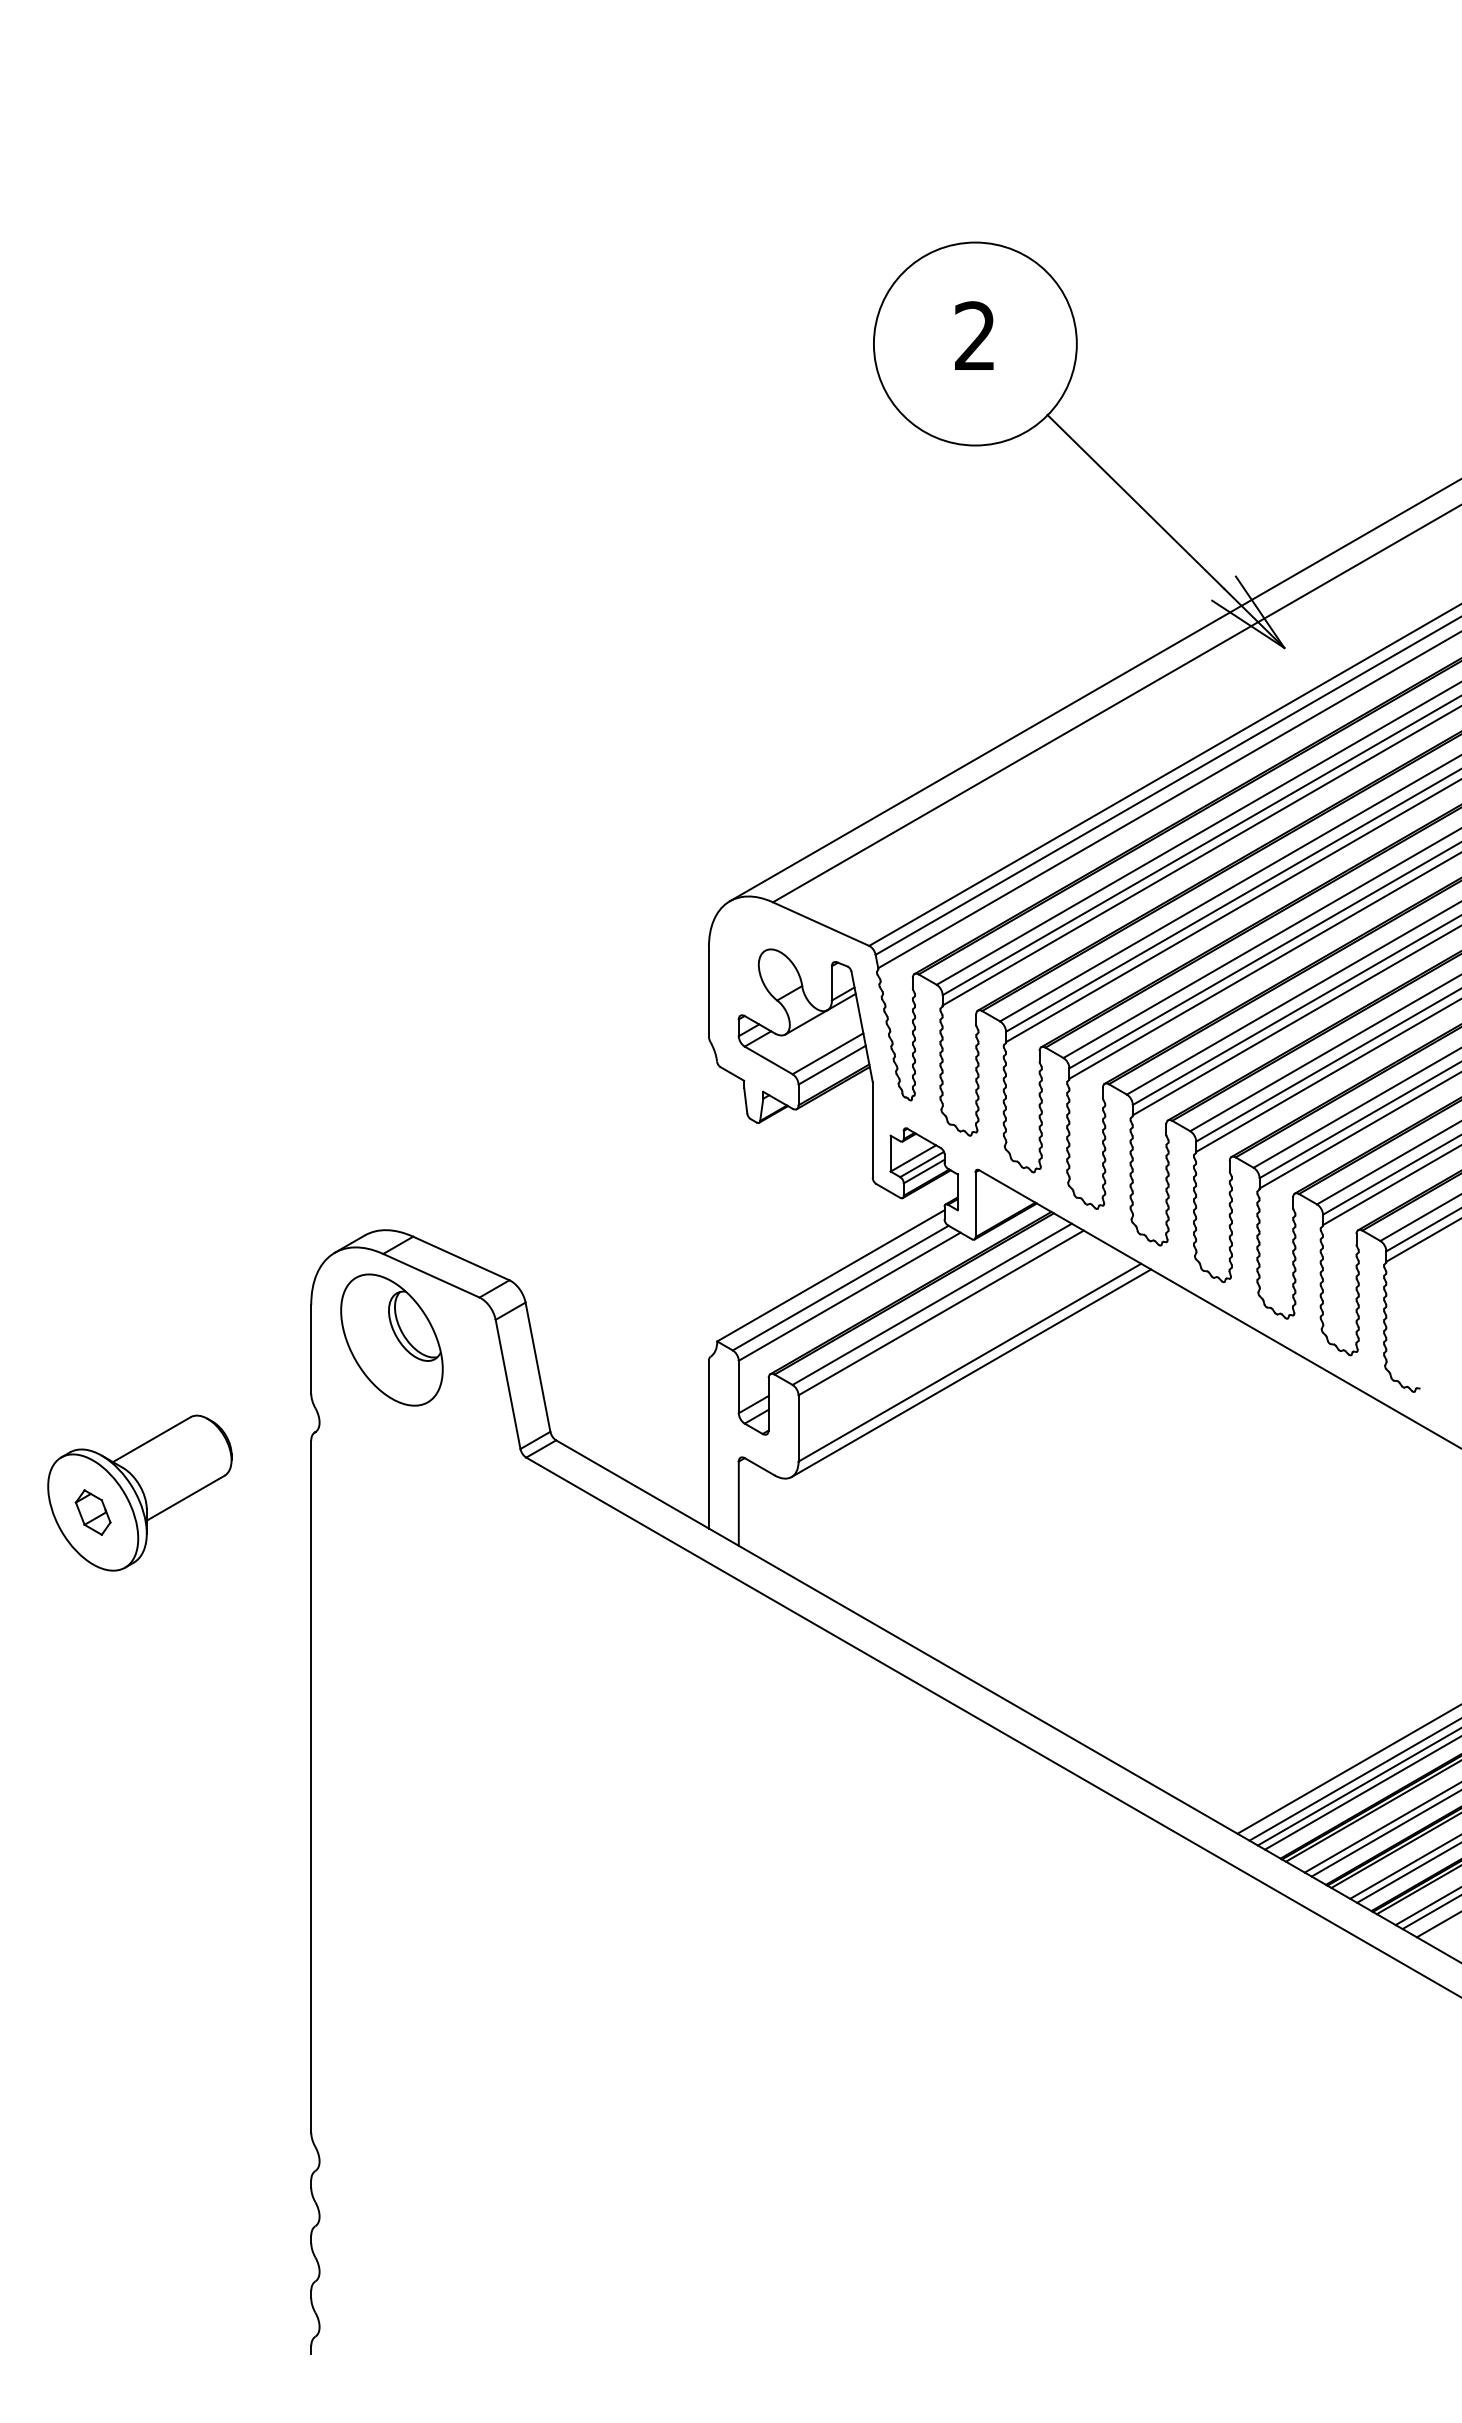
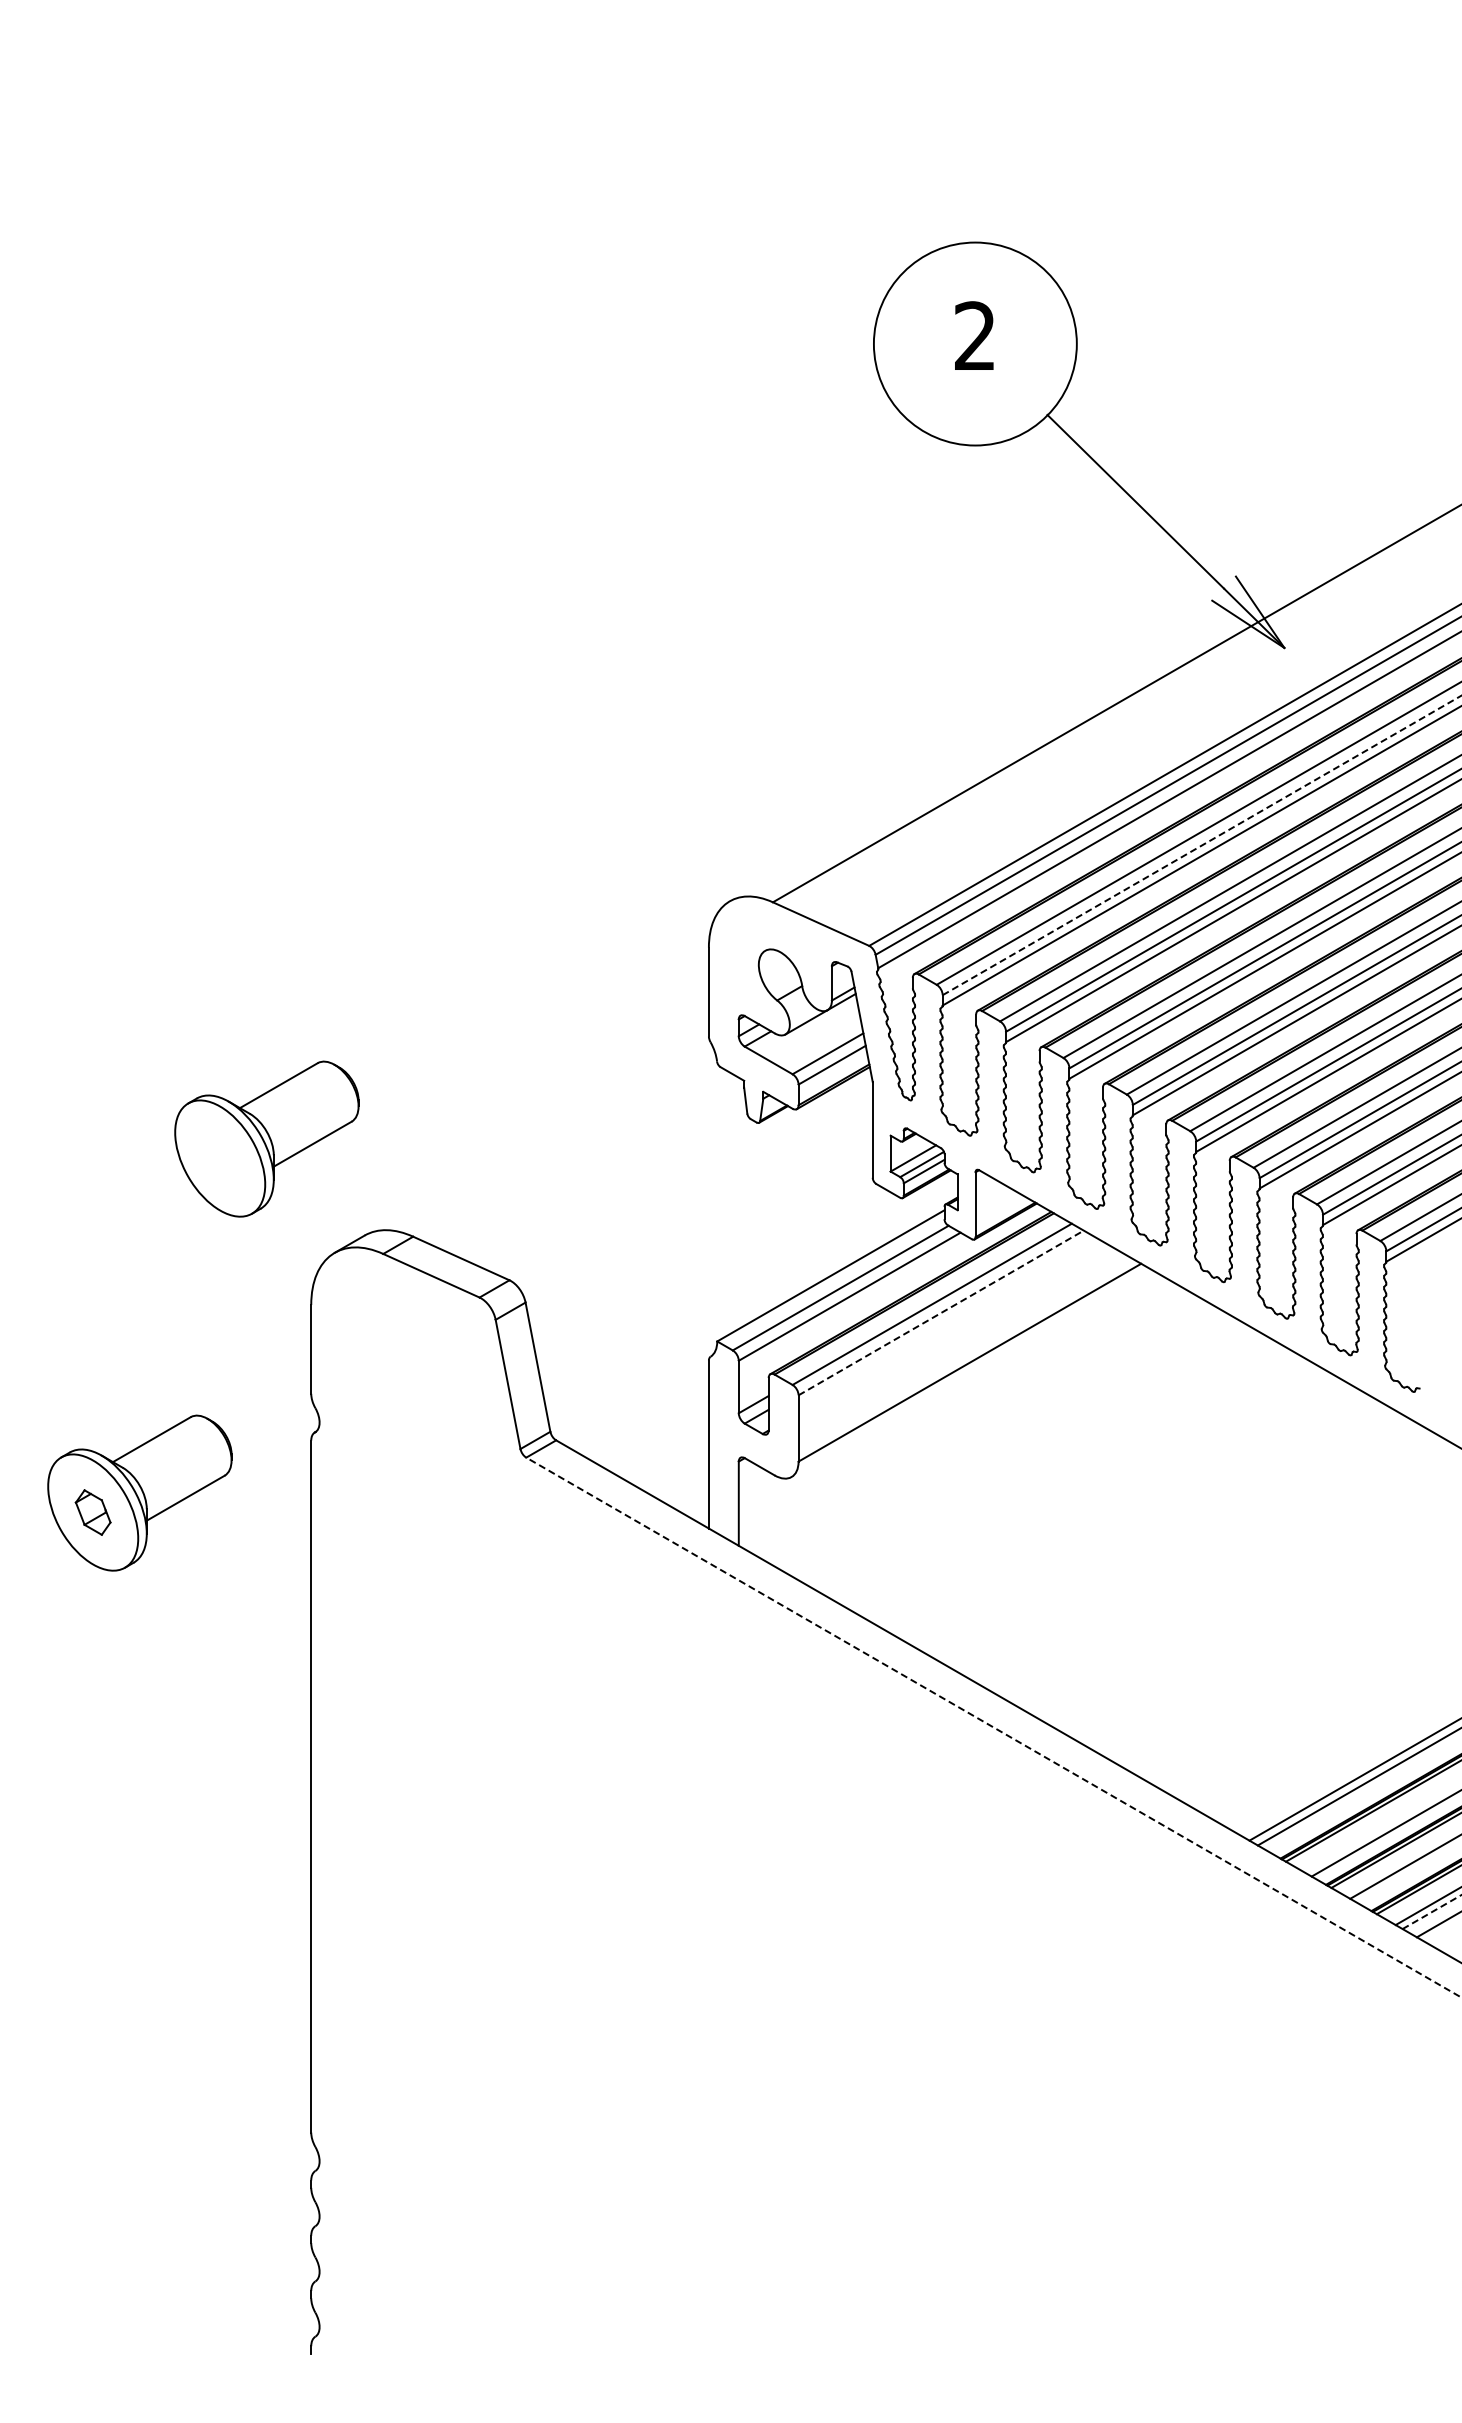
line at (1093, 690): present -> none
line at (1202, 845): solid -> dashed
part at (266, 1138): none -> present
line at (941, 1312): solid -> dashed
part at (391, 1339): present -> none
line at (971, 1373): present -> none
line at (993, 1727): solid -> dashed
line at (1347, 1769): present -> none
line at (1361, 1793): present -> none
line at (1381, 1828): present -> none
line at (1407, 1873): present -> none
line at (1432, 1912): solid -> dashed
